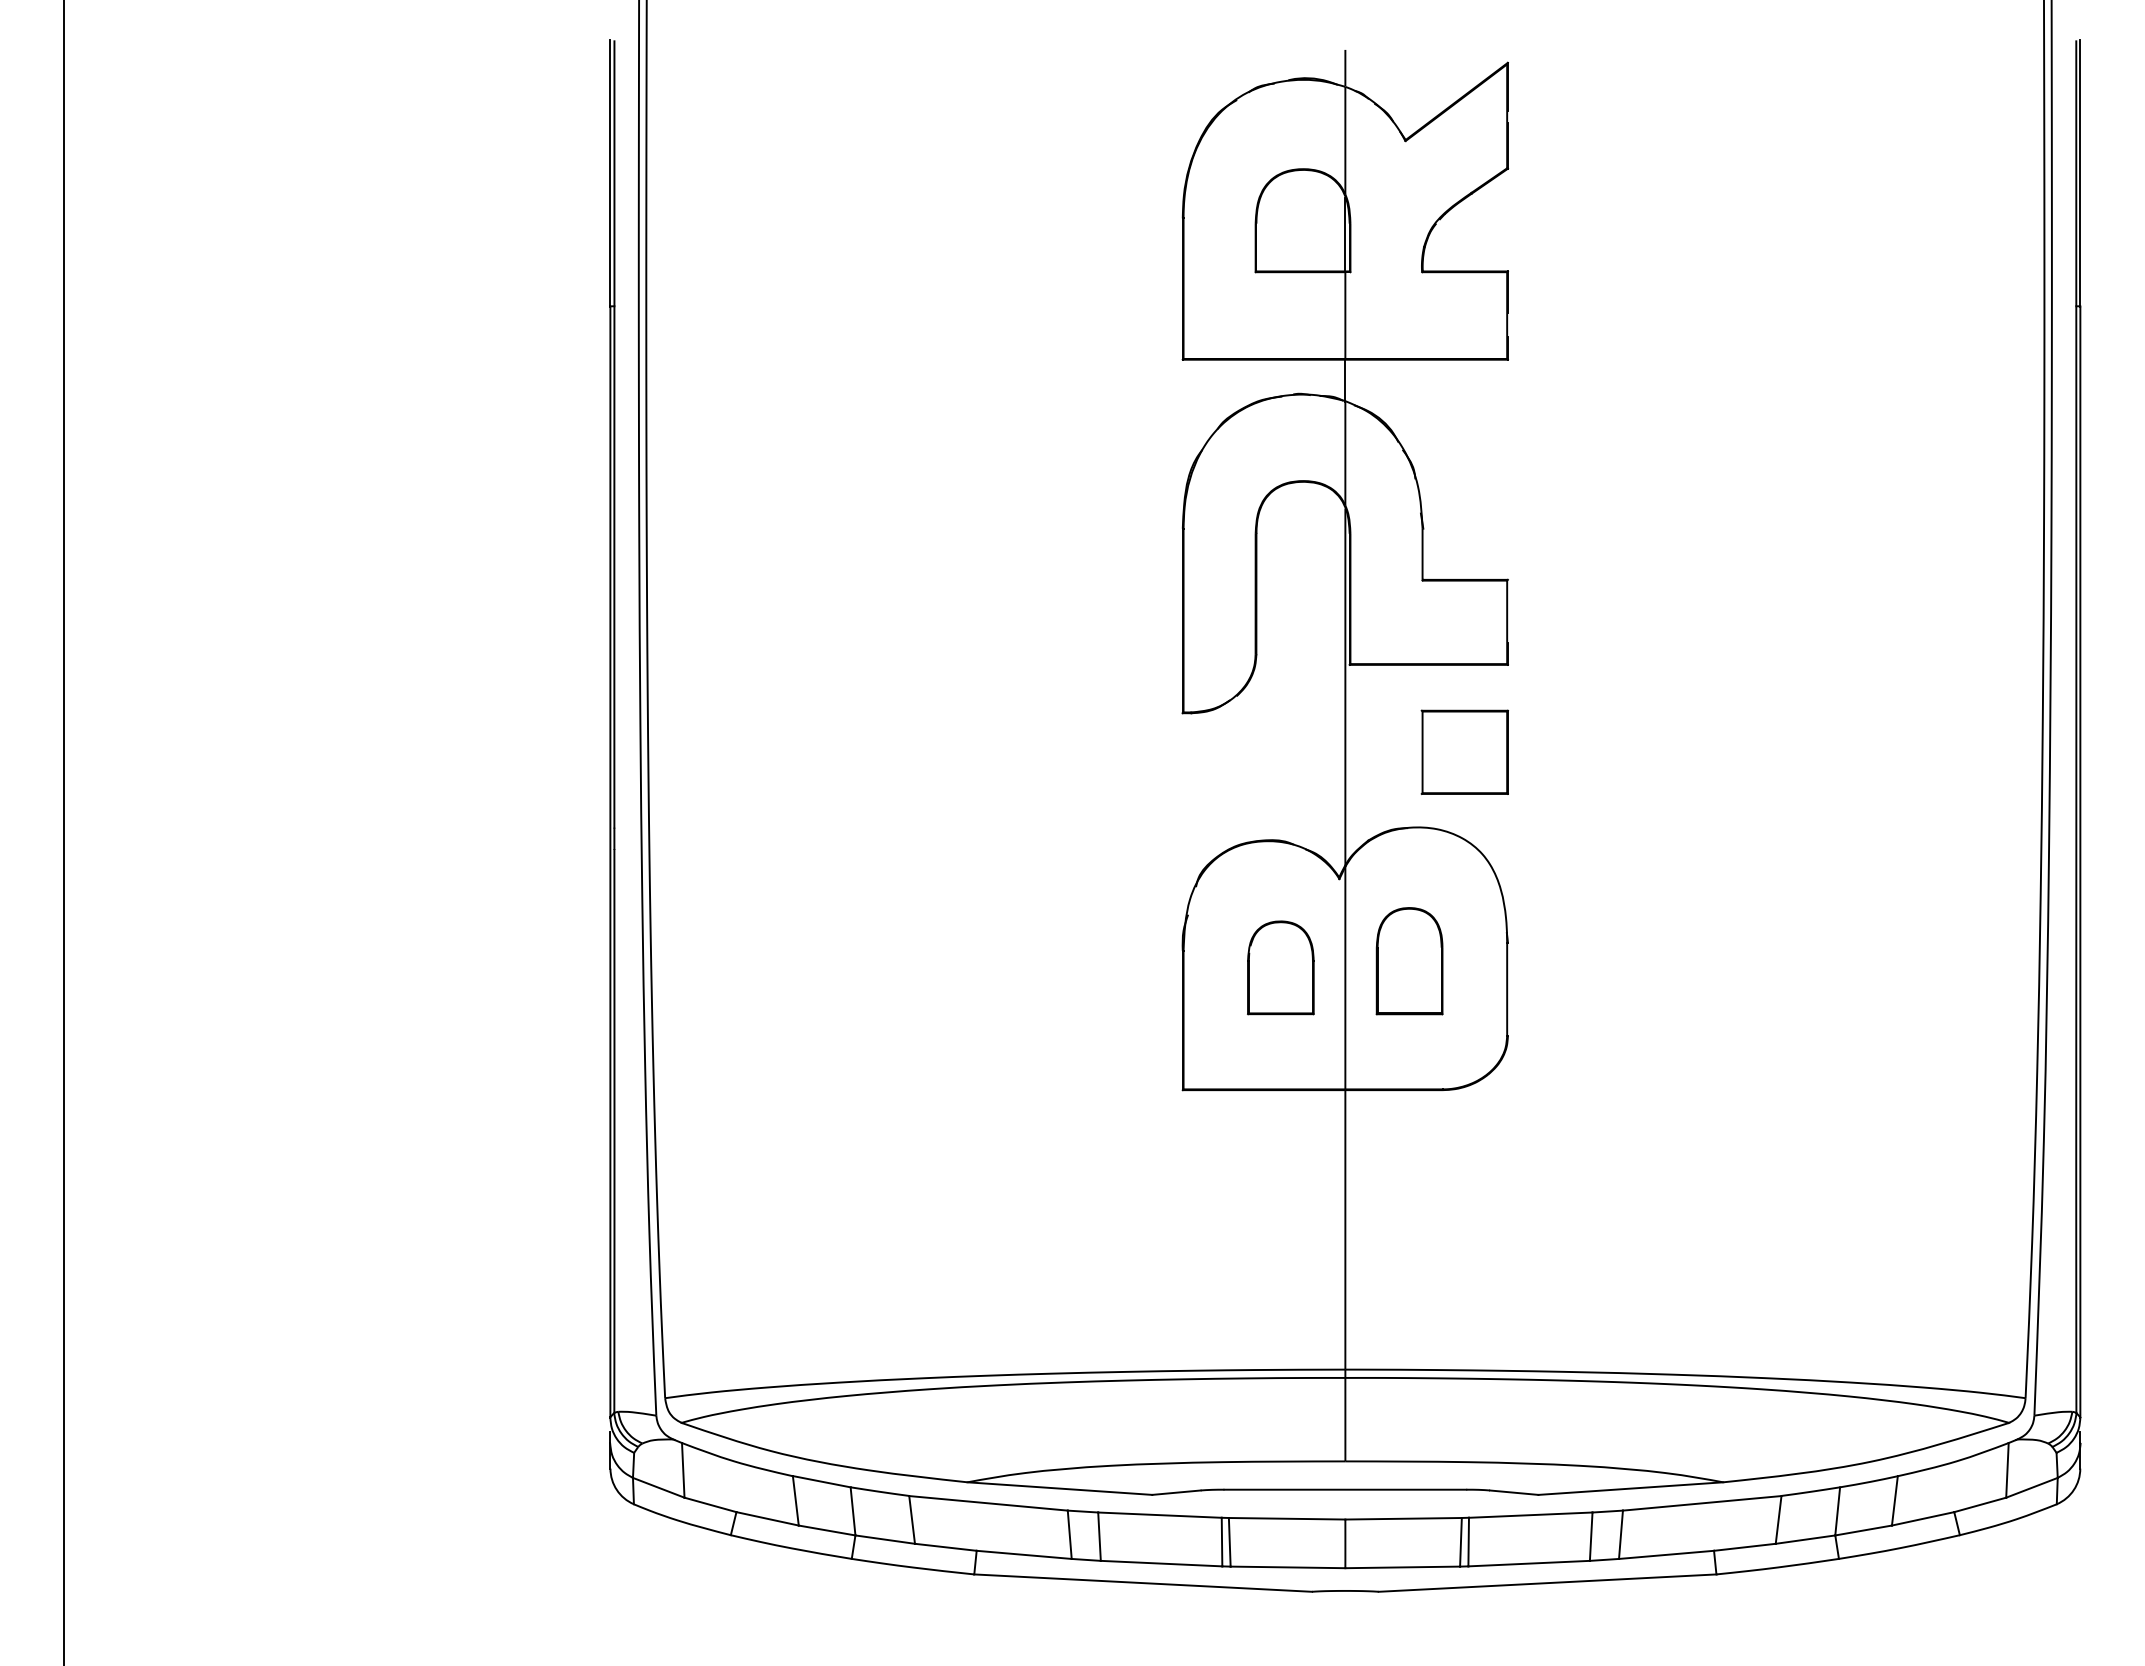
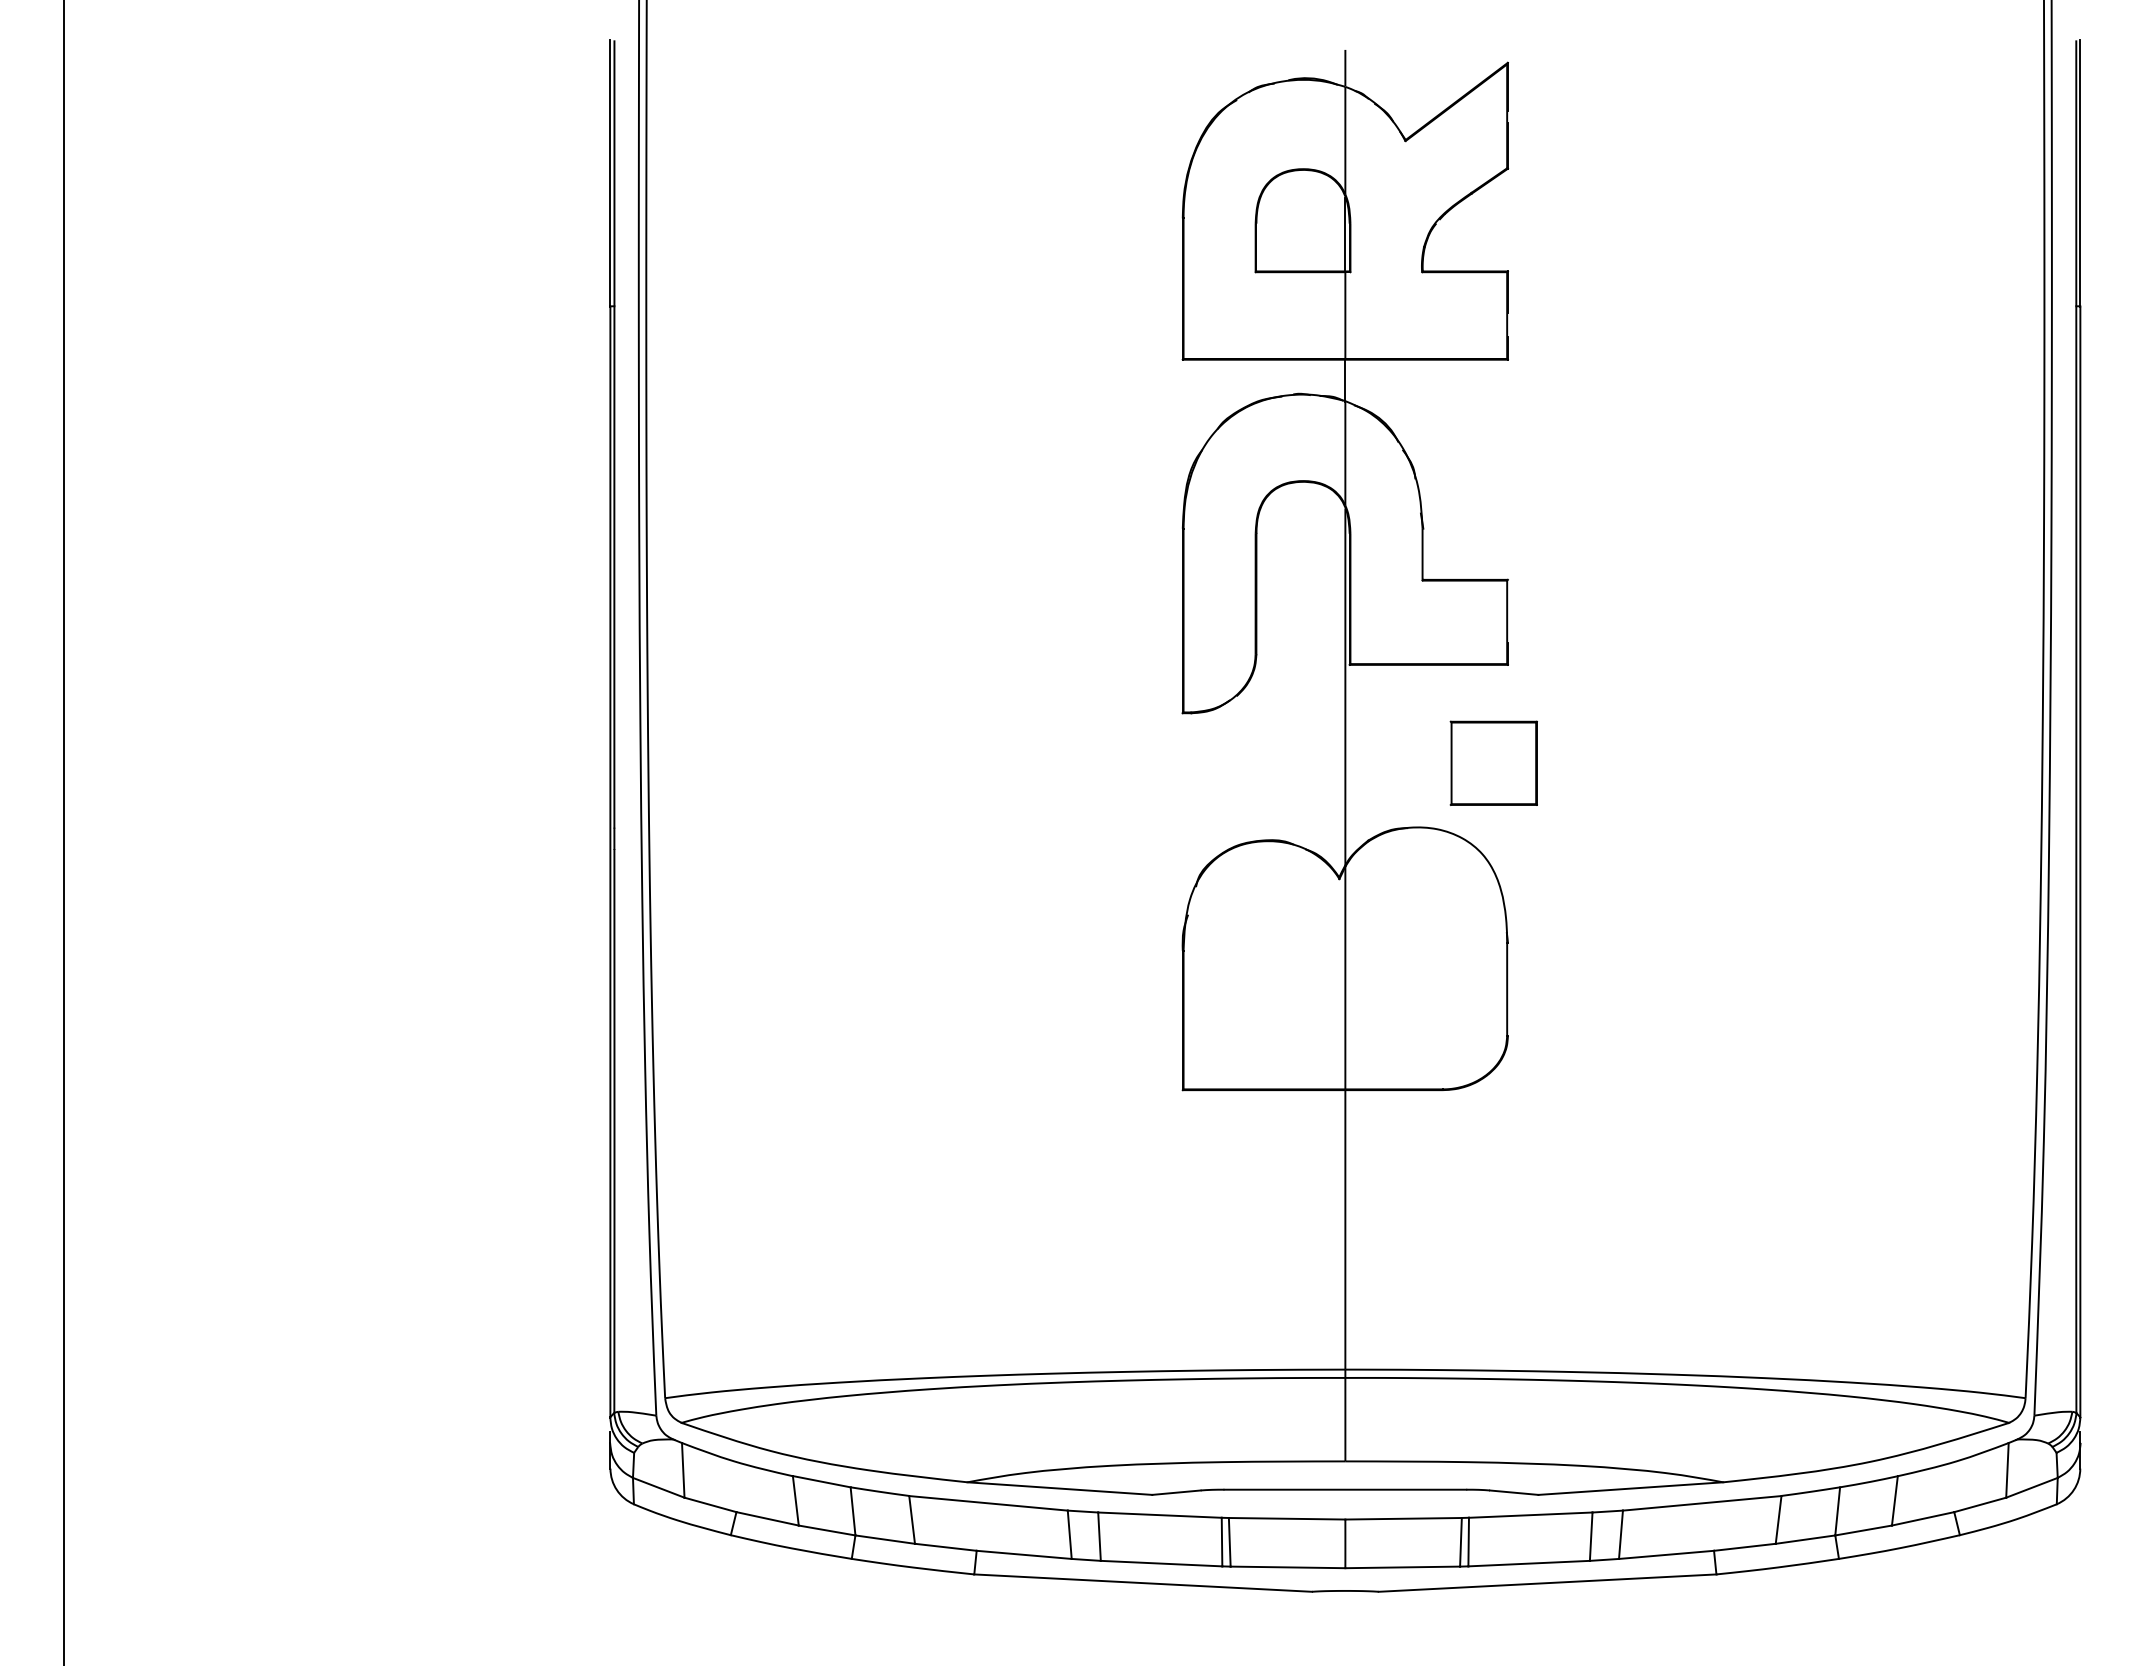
part at (1464, 751) position: (1464, 751) -> (1493, 762)
part at (1409, 961): present -> none
part at (1280, 967): present -> none
